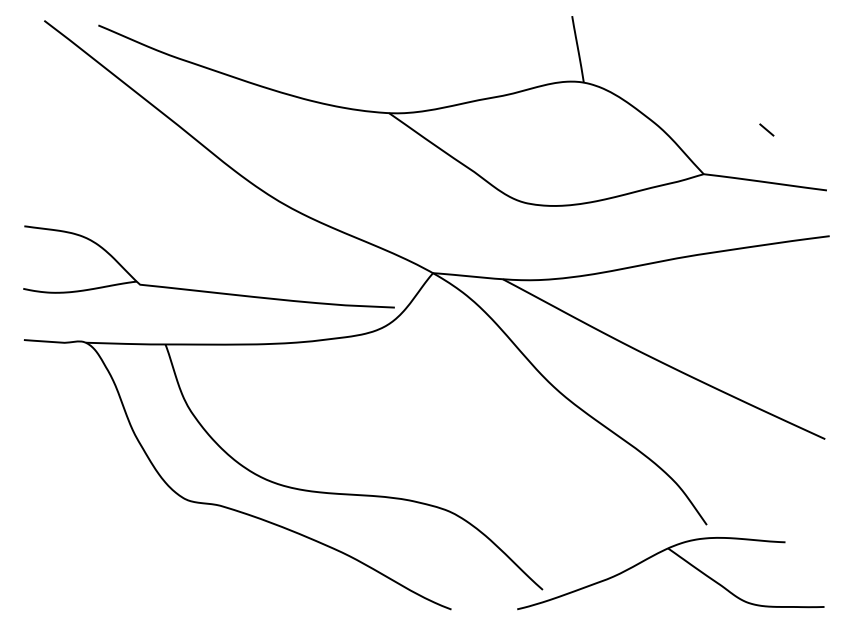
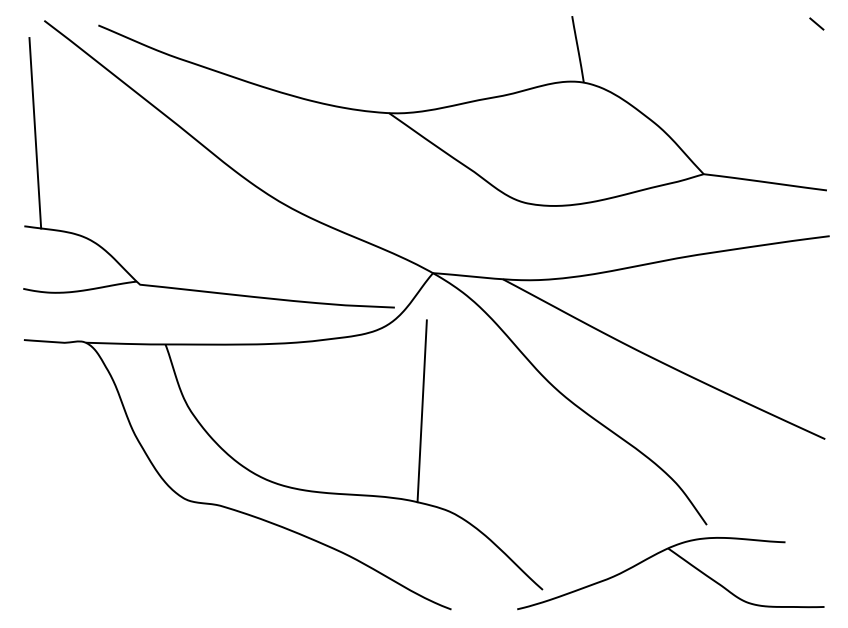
line at (766, 129) position: (766, 129) -> (816, 23)
line at (35, 133): none -> present
line at (421, 411): none -> present
